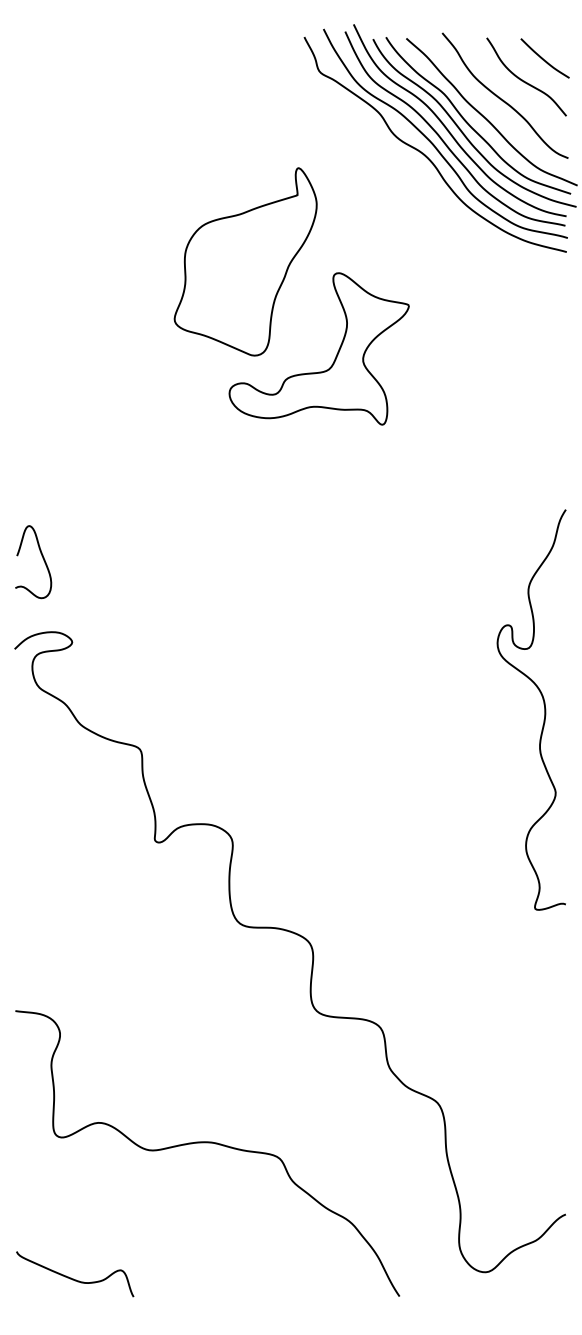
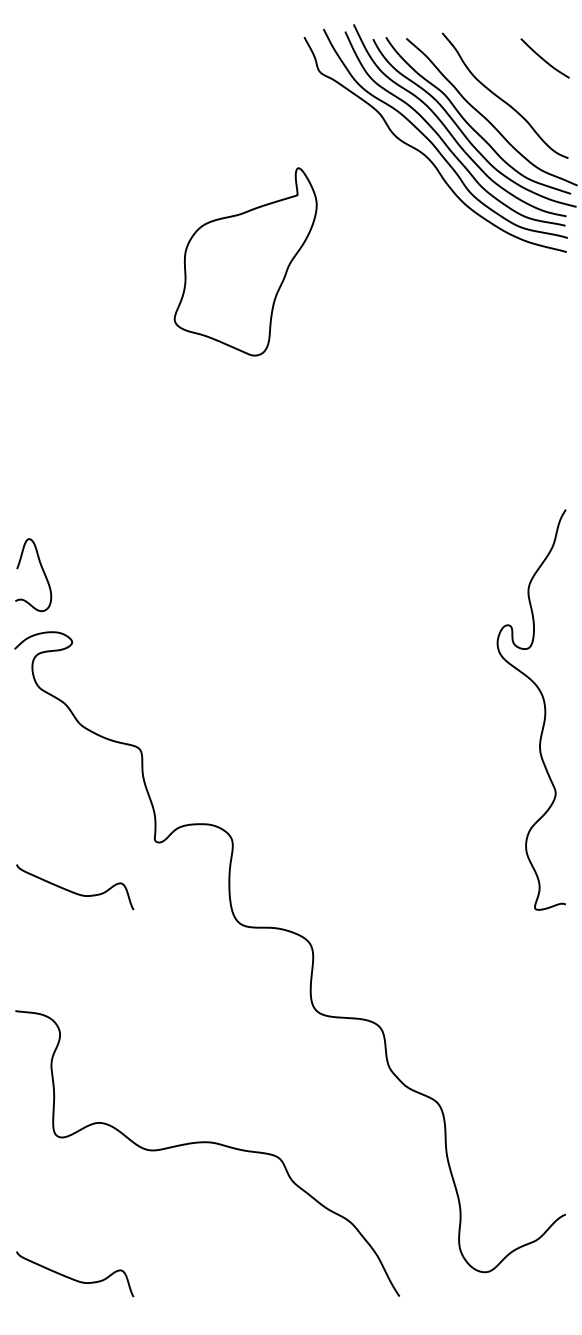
curve at (524, 80): present -> none
part at (335, 356): present -> none
curve at (42, 558) position: (42, 558) -> (42, 571)
curve at (73, 891): none -> present
